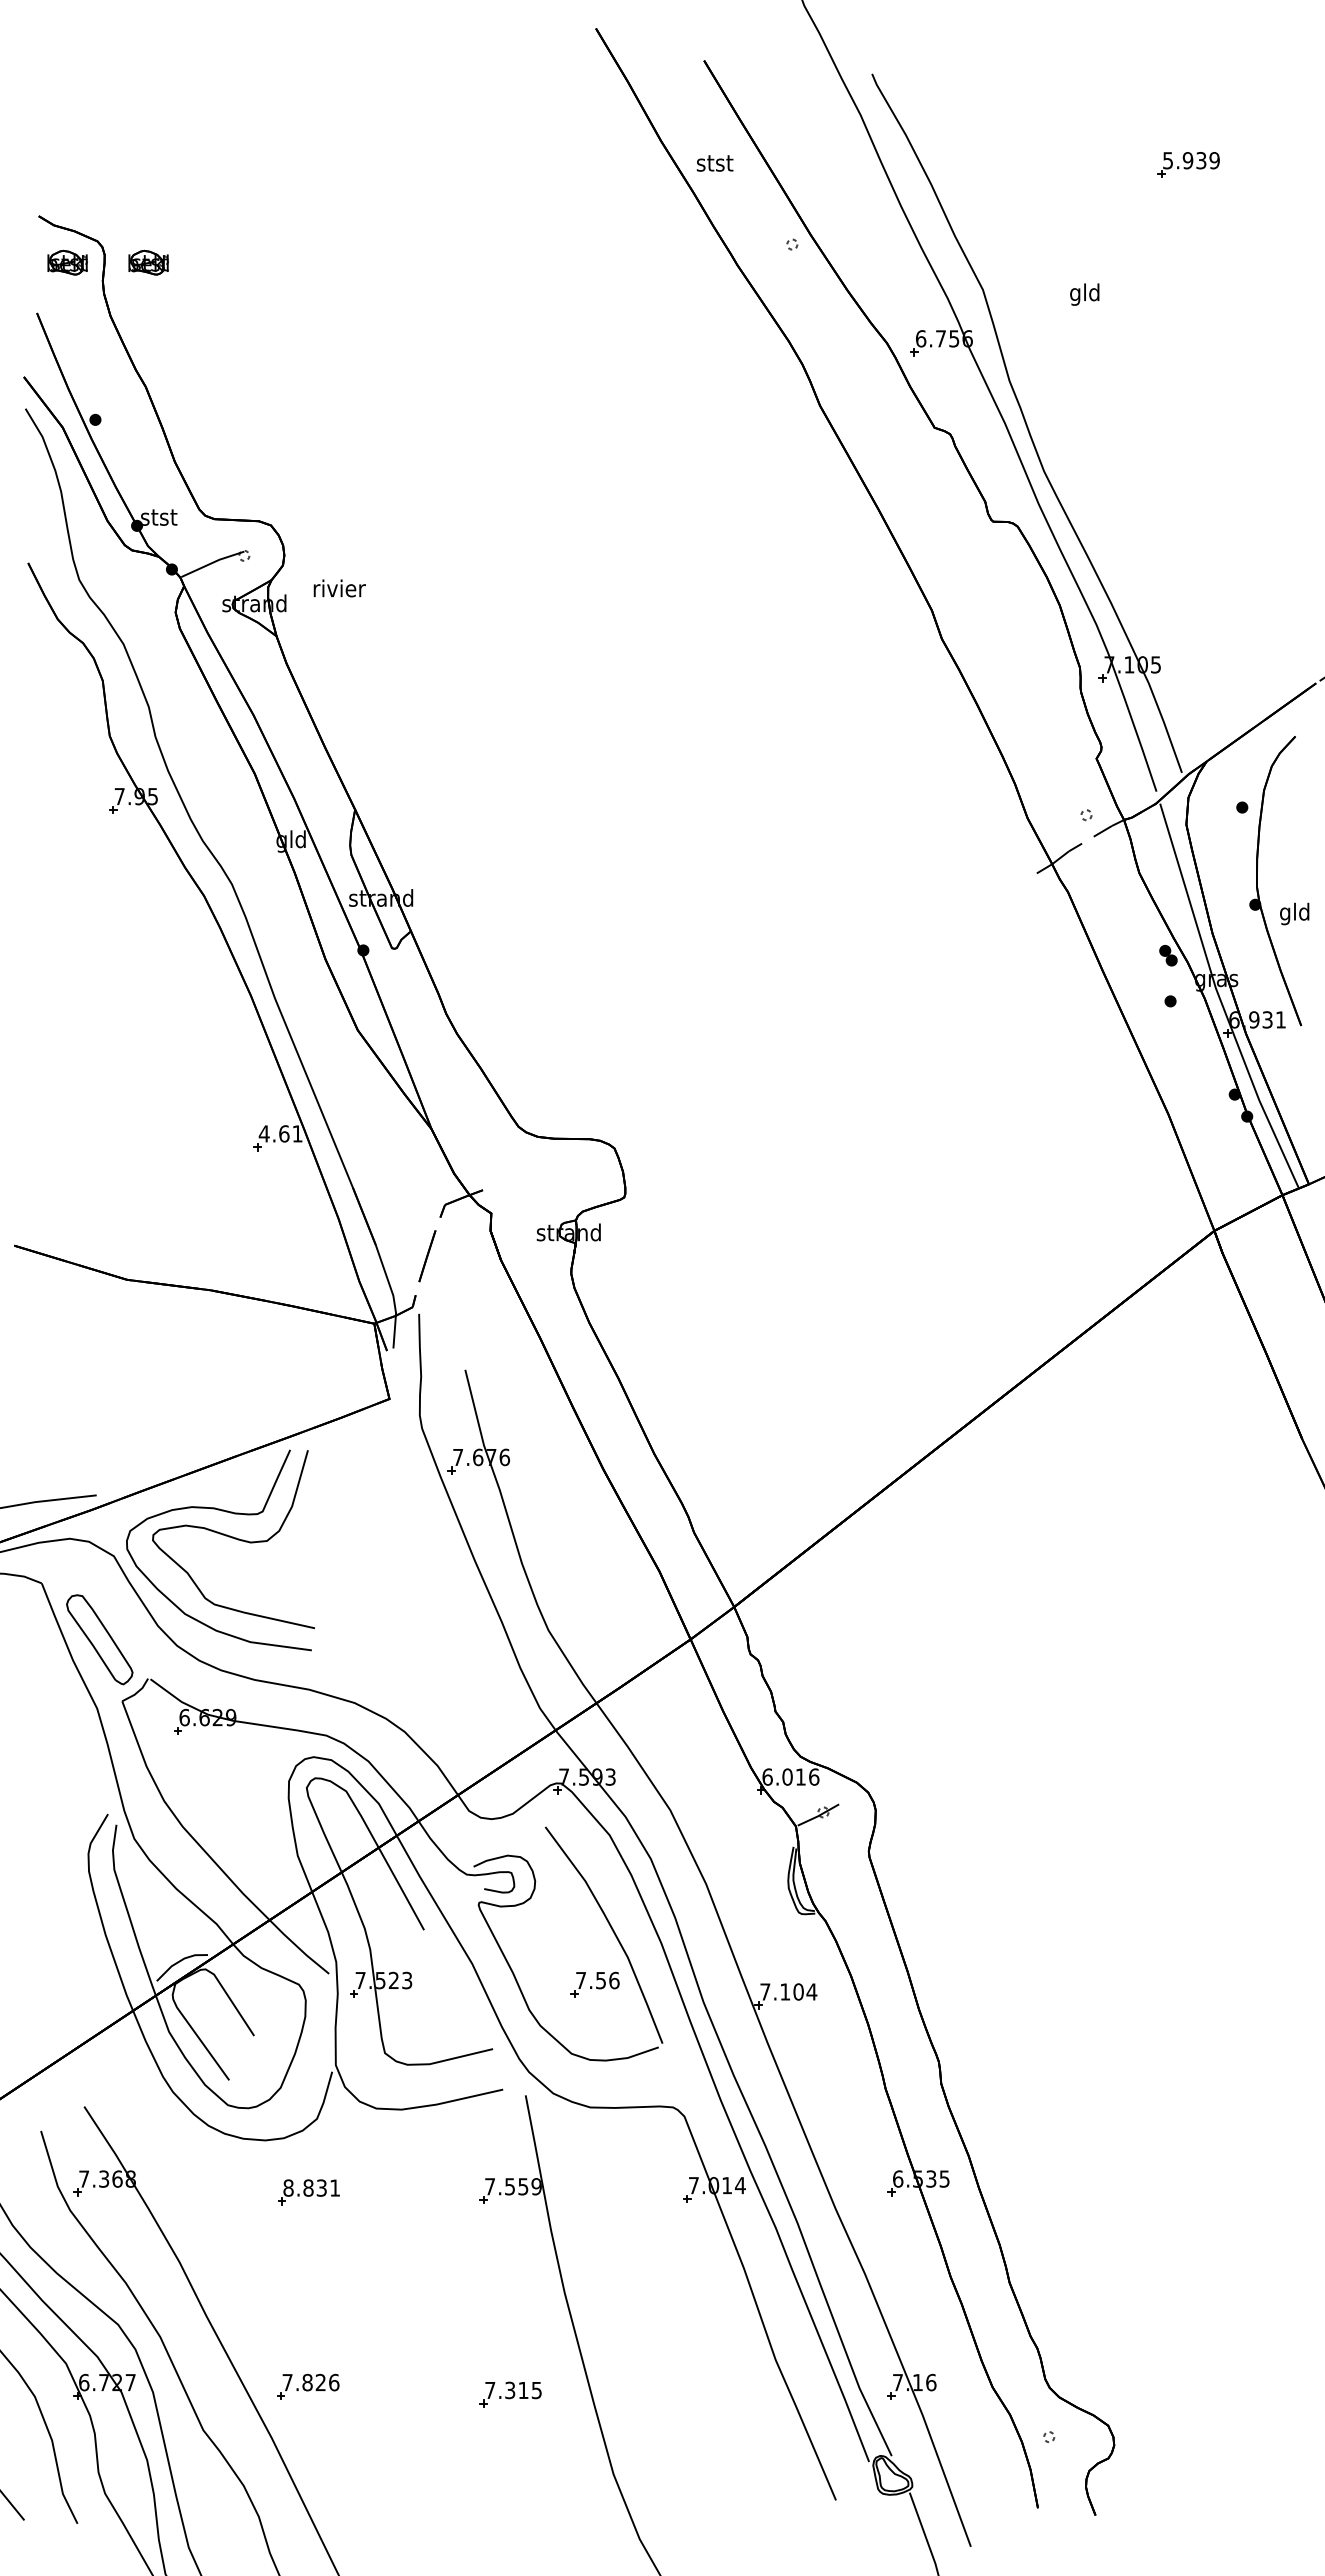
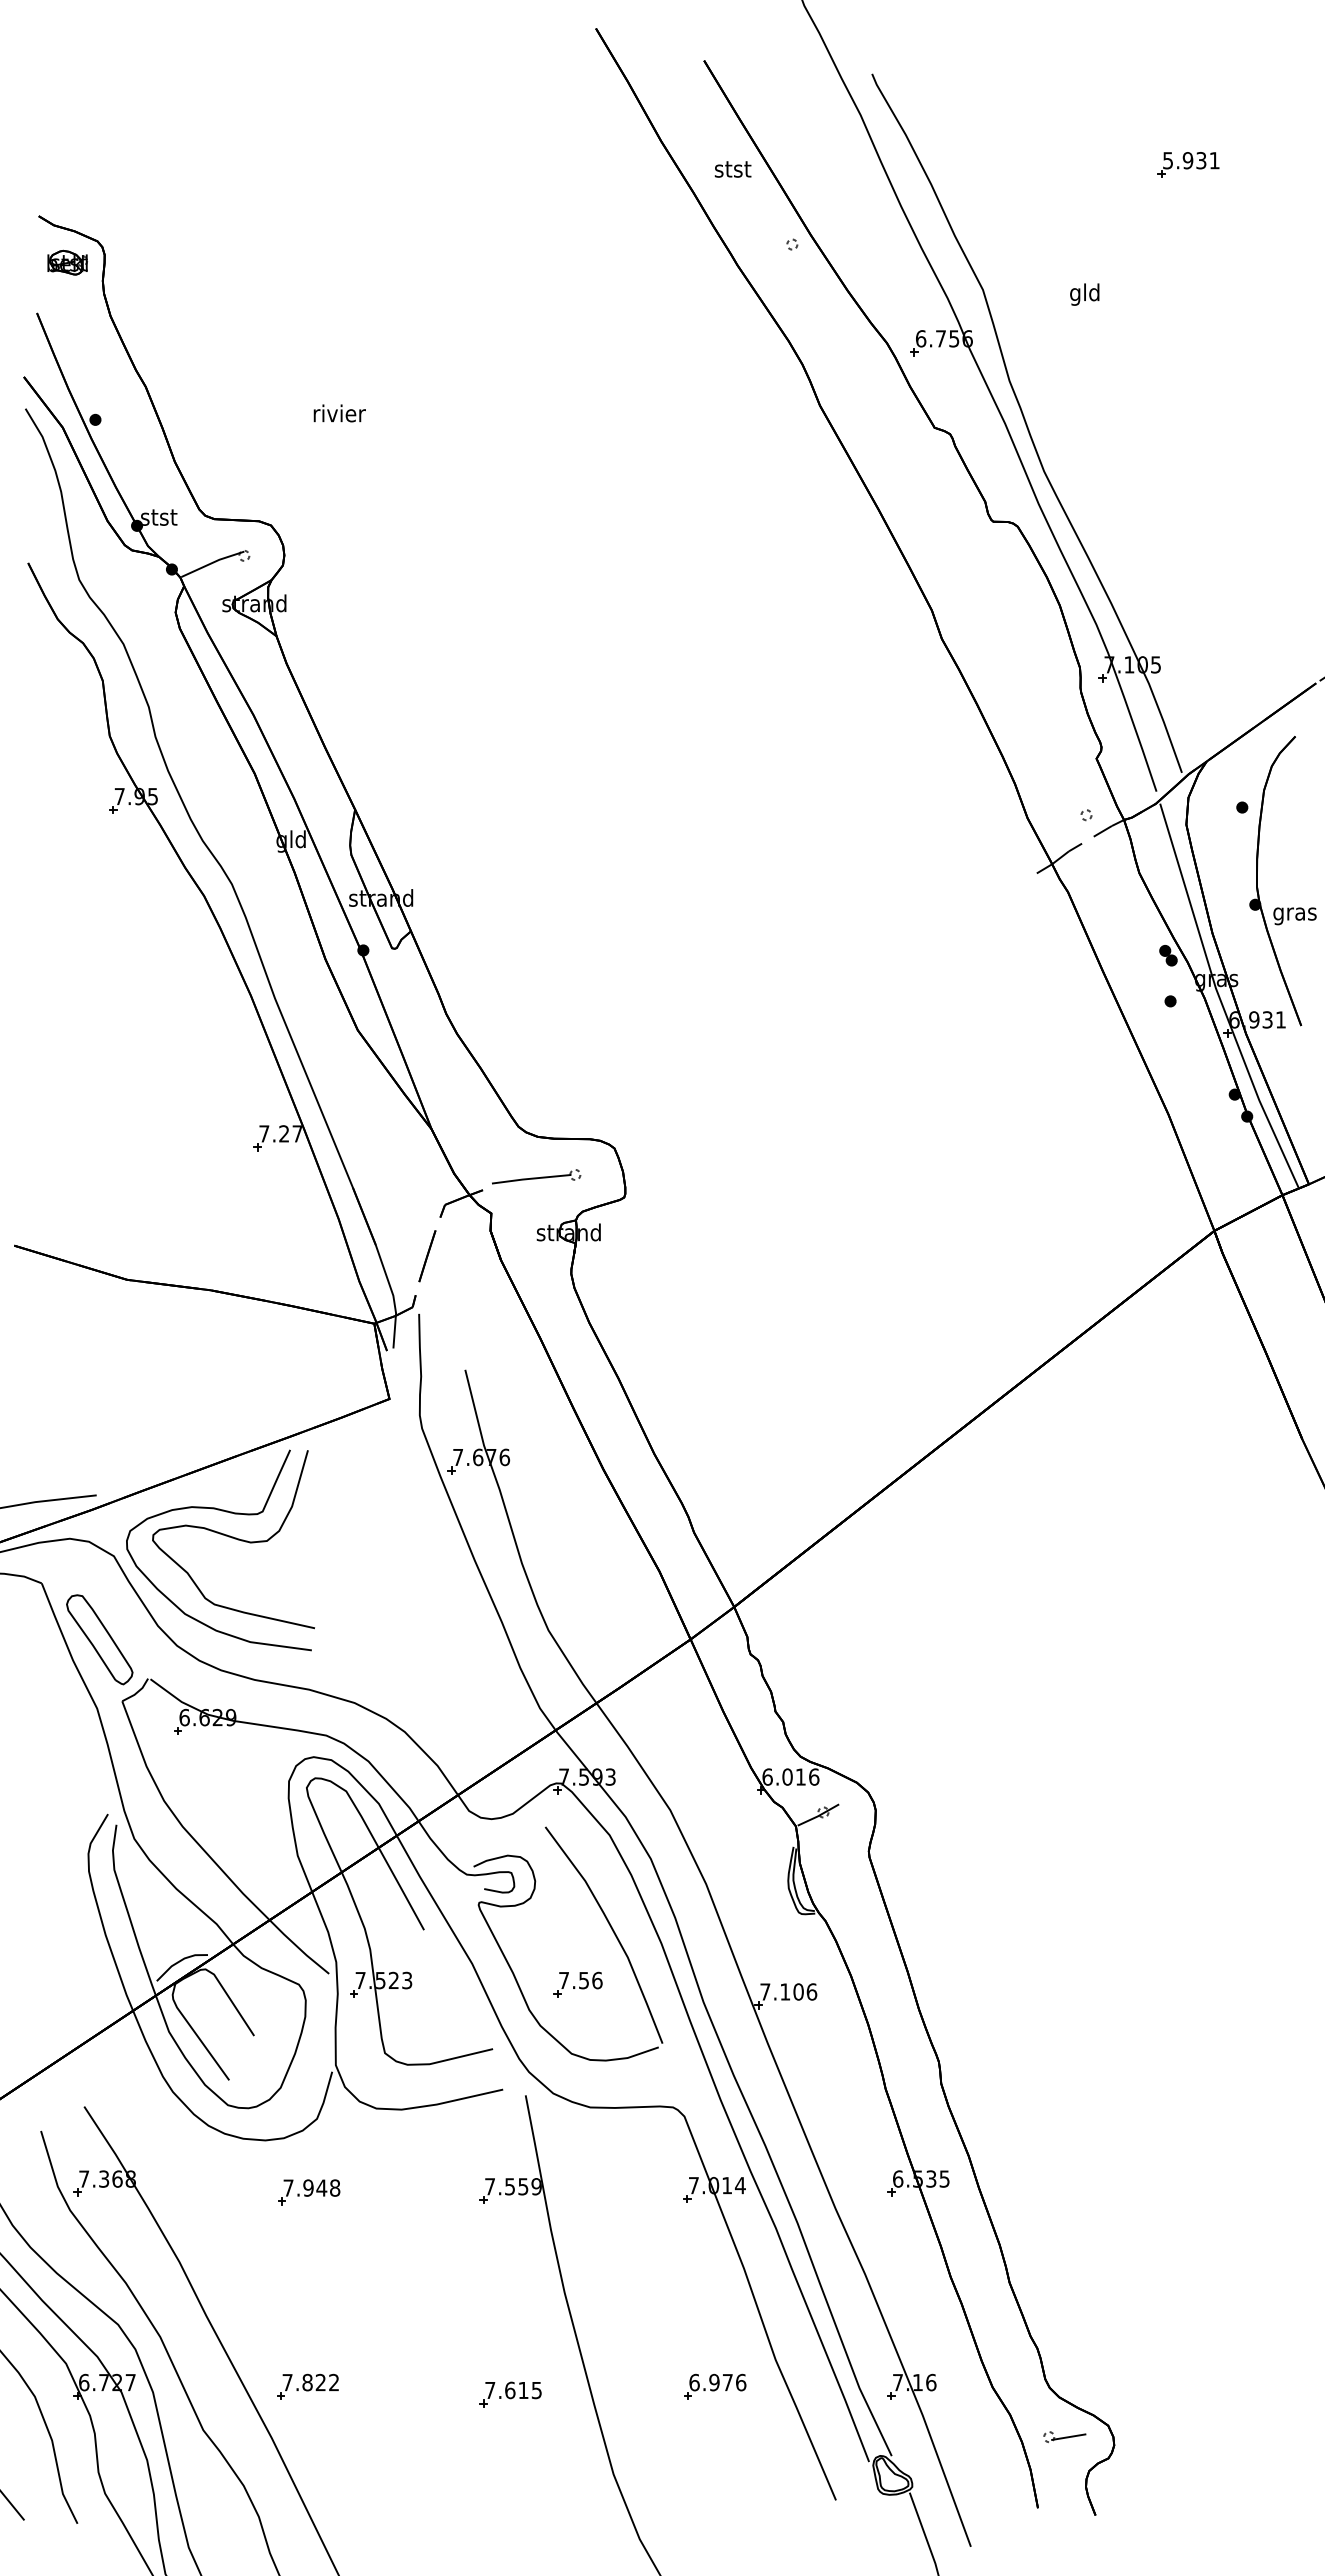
text at (1214, 160): 5.939 -> 5.931
text at (714, 163) position: (714, 163) -> (732, 169)
part at (148, 262): present -> none
text at (339, 588) position: (339, 588) -> (339, 413)
text at (1294, 913): gld -> gras
text at (280, 1133): 4.61 -> 7.27
part at (536, 1176): none -> present
part at (594, 1984) position: (594, 1984) -> (577, 1984)
text at (811, 1991): 7.104 -> 7.106
text at (311, 2187): 8.831 -> 7.948
text at (334, 2382): 7.826 -> 7.822
part at (715, 2386): none -> present
text at (510, 2390): 7.315 -> 7.615
line at (1068, 2436): none -> present
